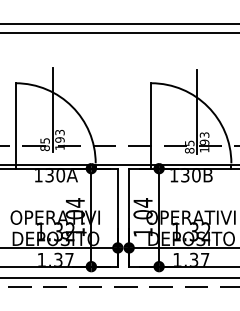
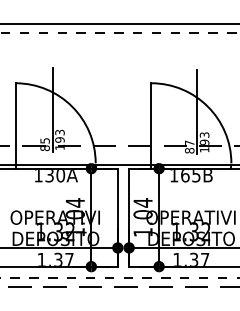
line at (120, 33): solid -> dashed
text at (189, 143): 85 -> 87
text at (190, 176): 130B -> 165B
line at (120, 277): solid -> dashed
